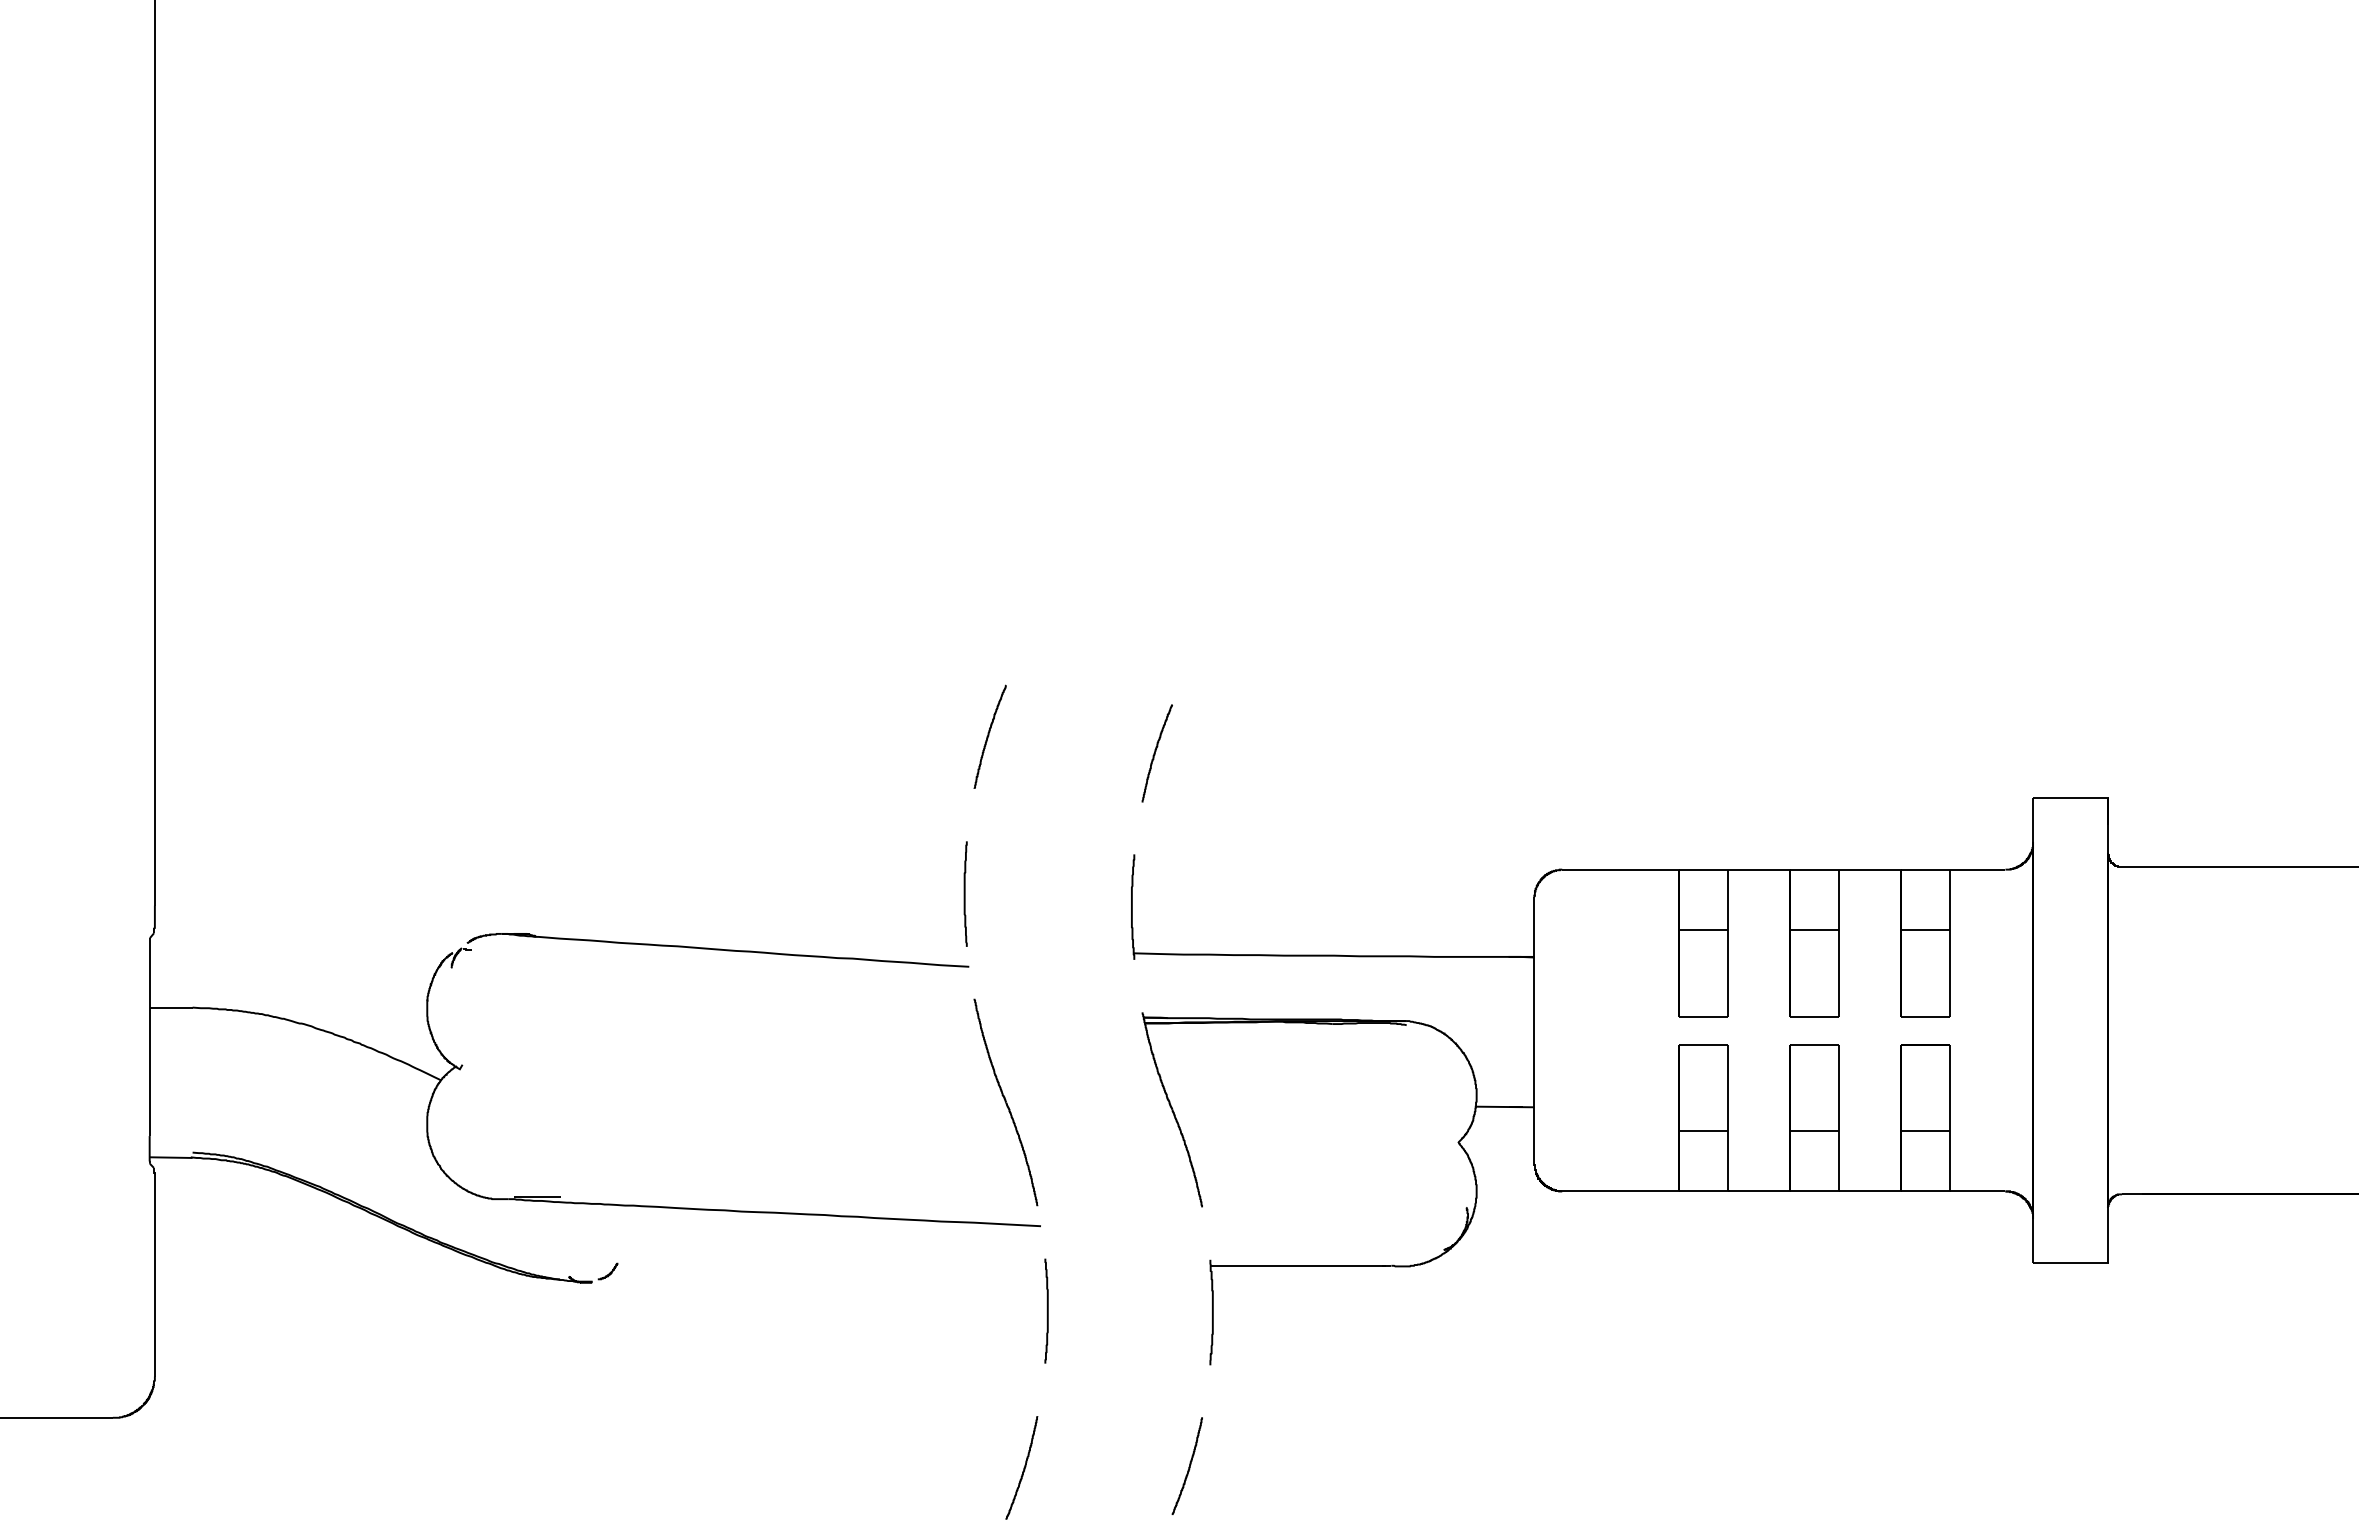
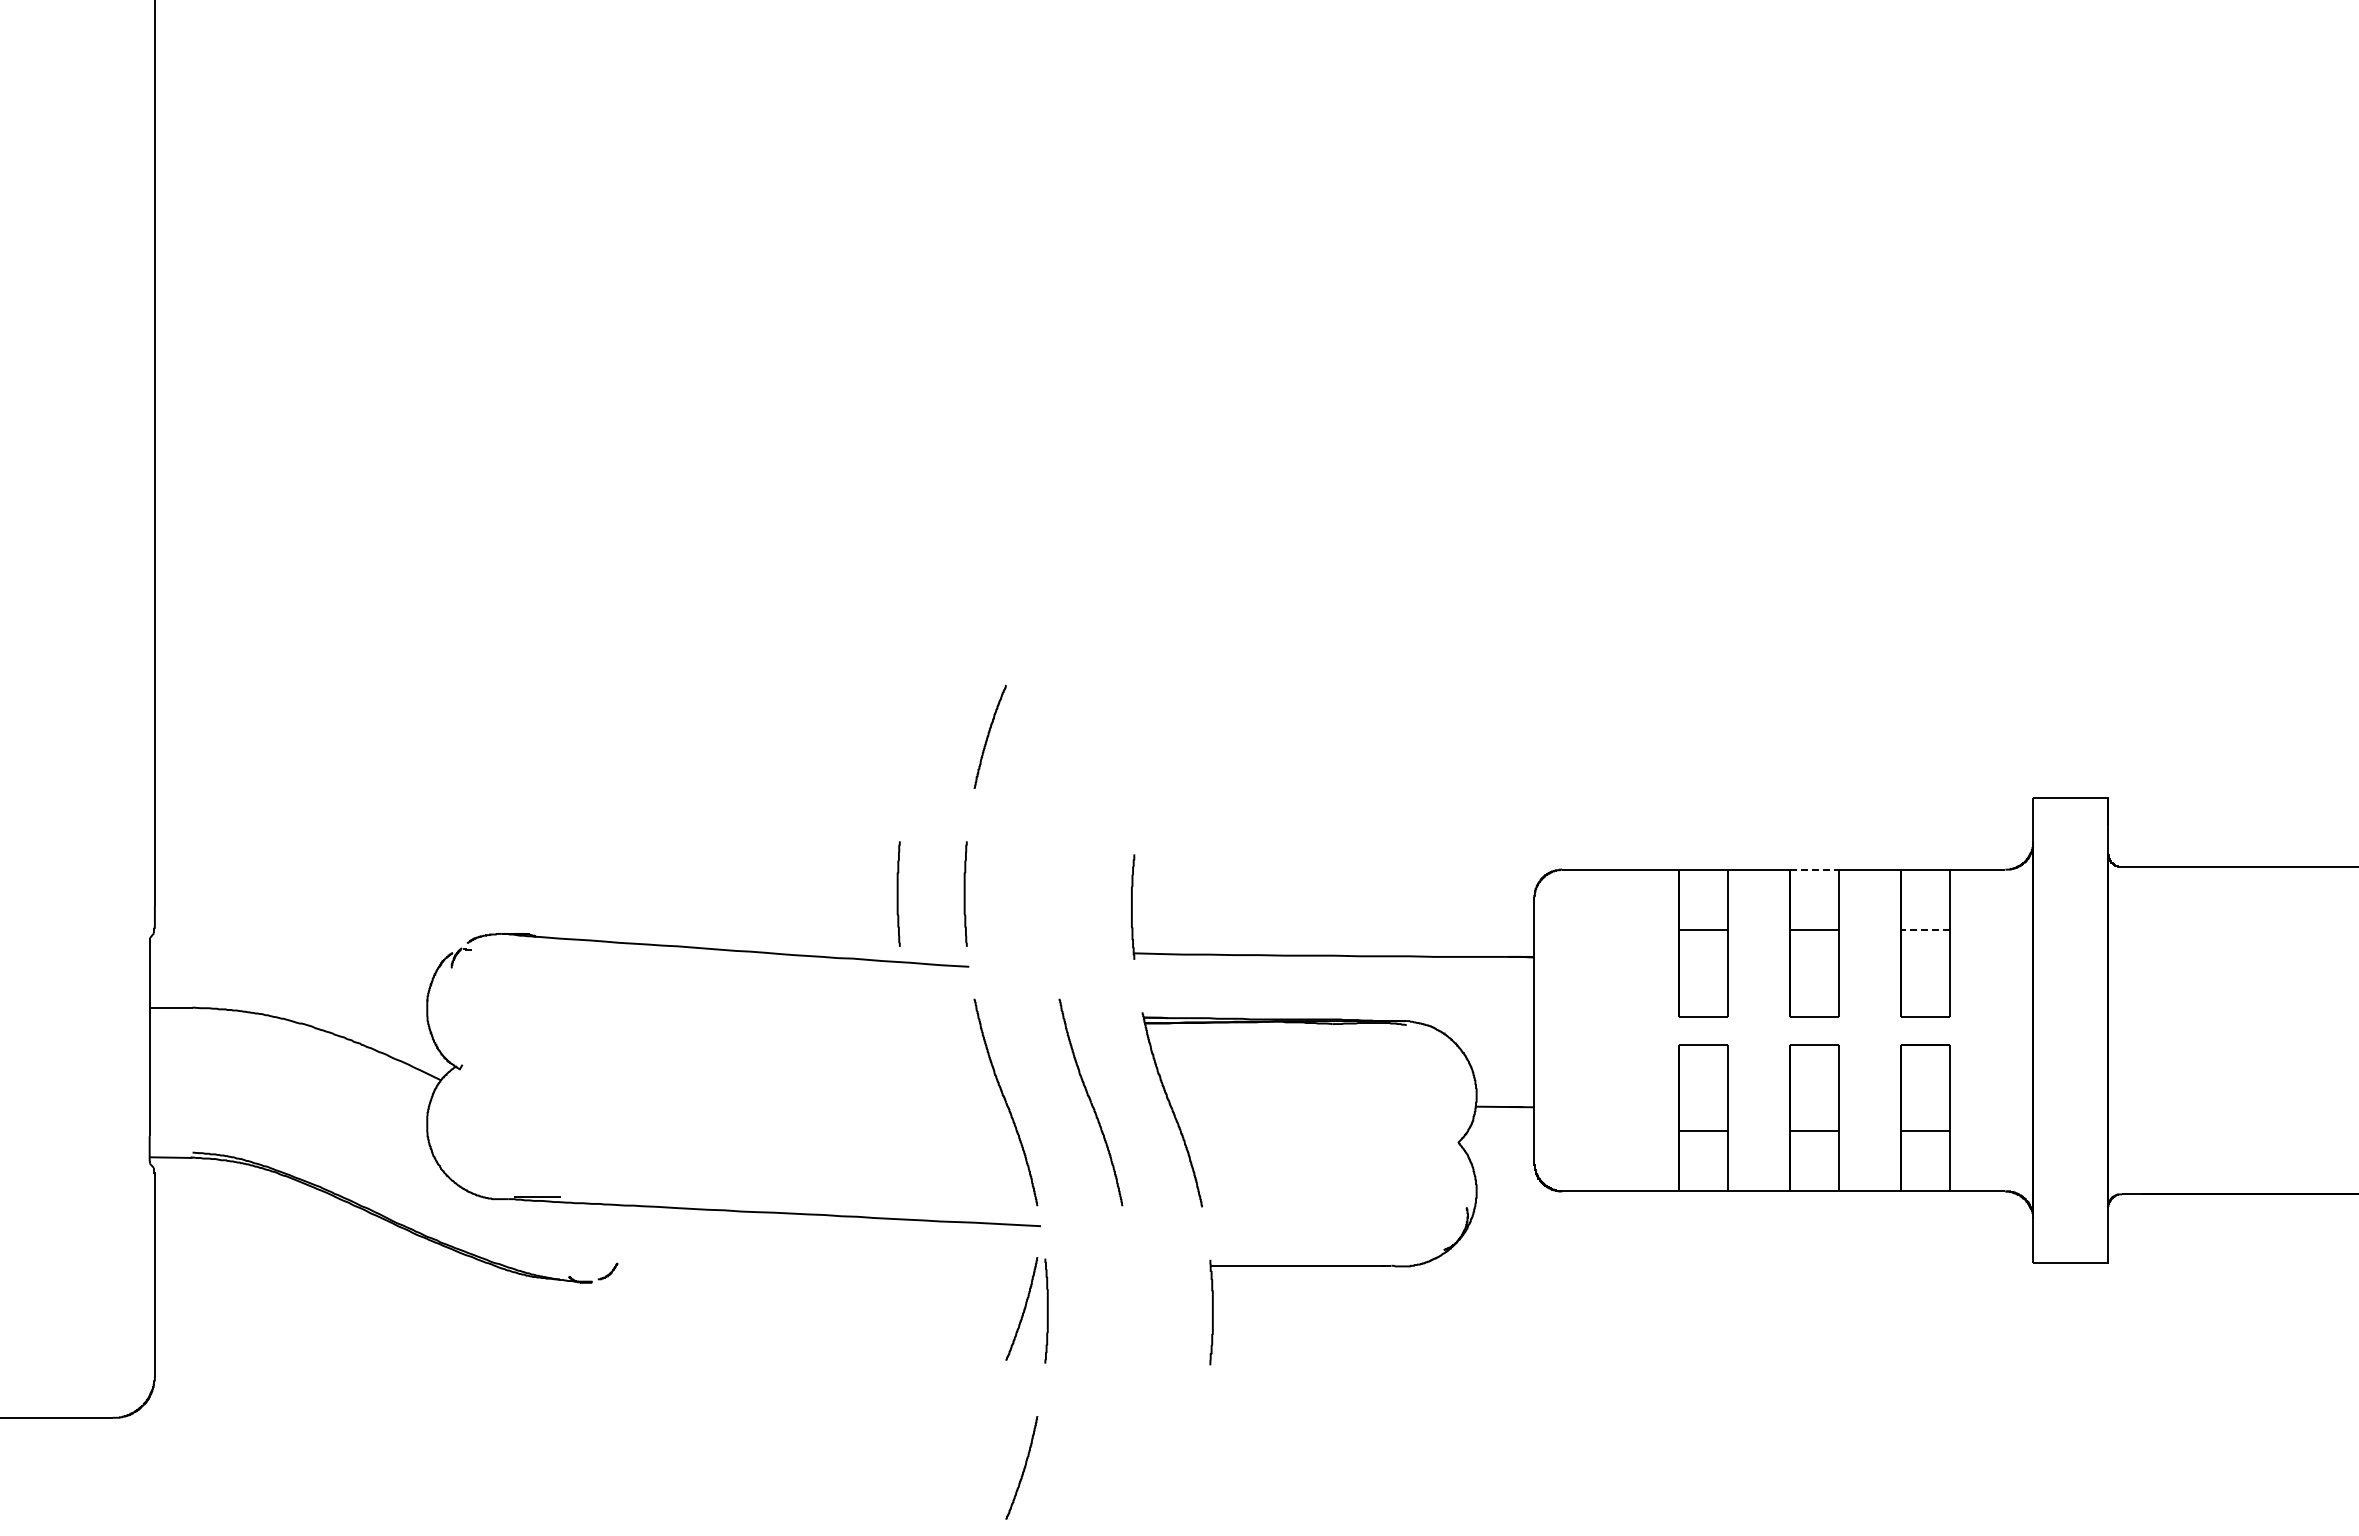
curve at (1155, 753): present -> none
line at (1814, 869): solid -> dashed
curve at (898, 893): none -> present
line at (1925, 930): solid -> dashed
part at (1090, 1102): none -> present
curve at (1023, 1308): none -> present
curve at (1188, 1466): present -> none
